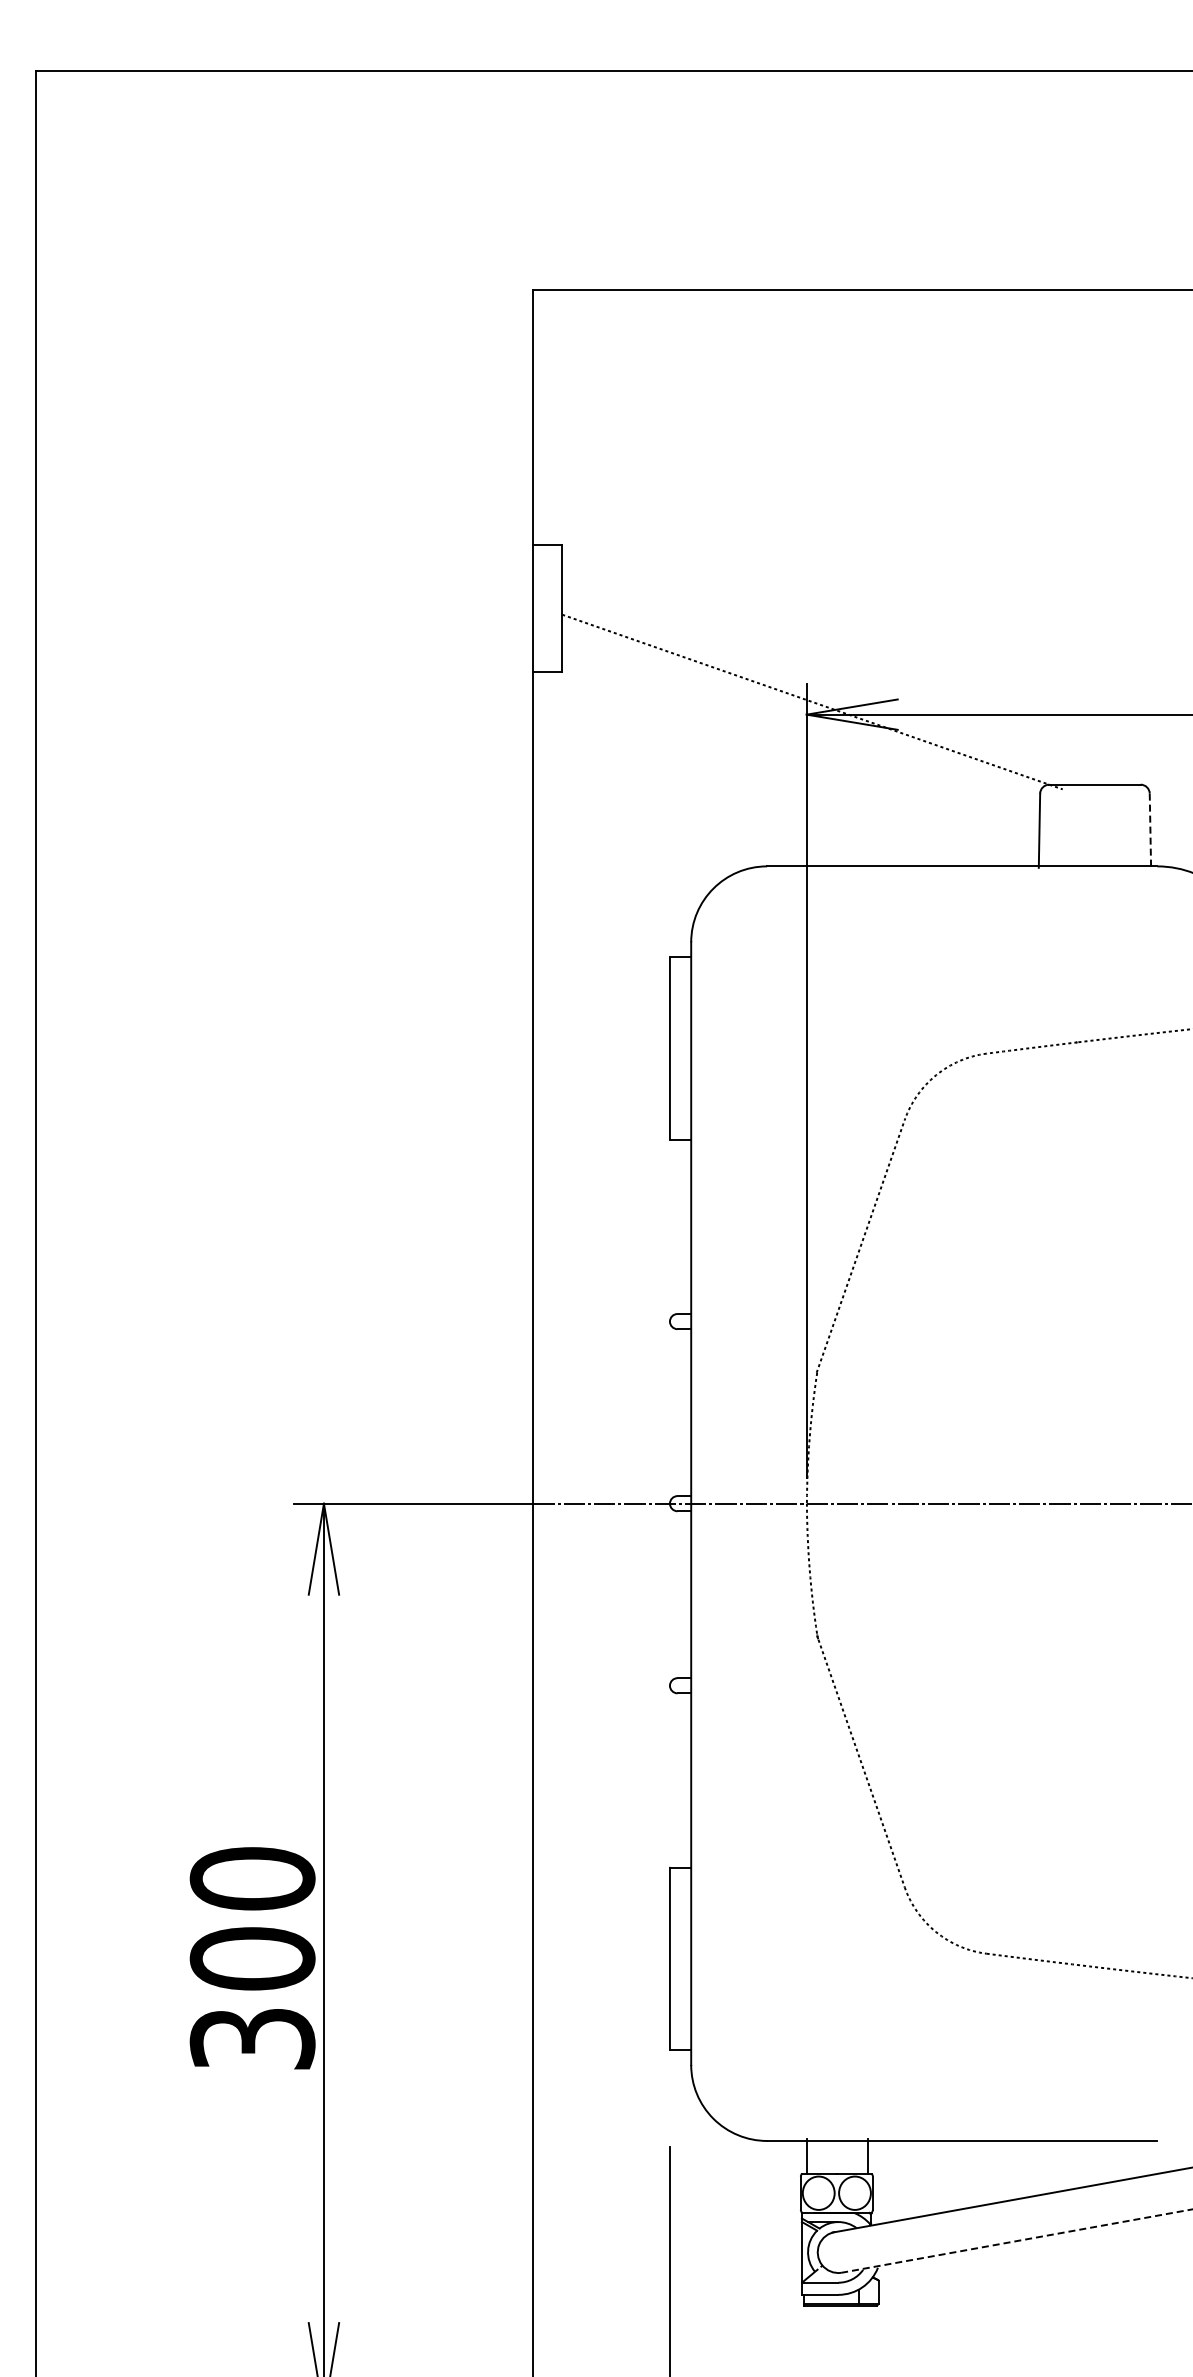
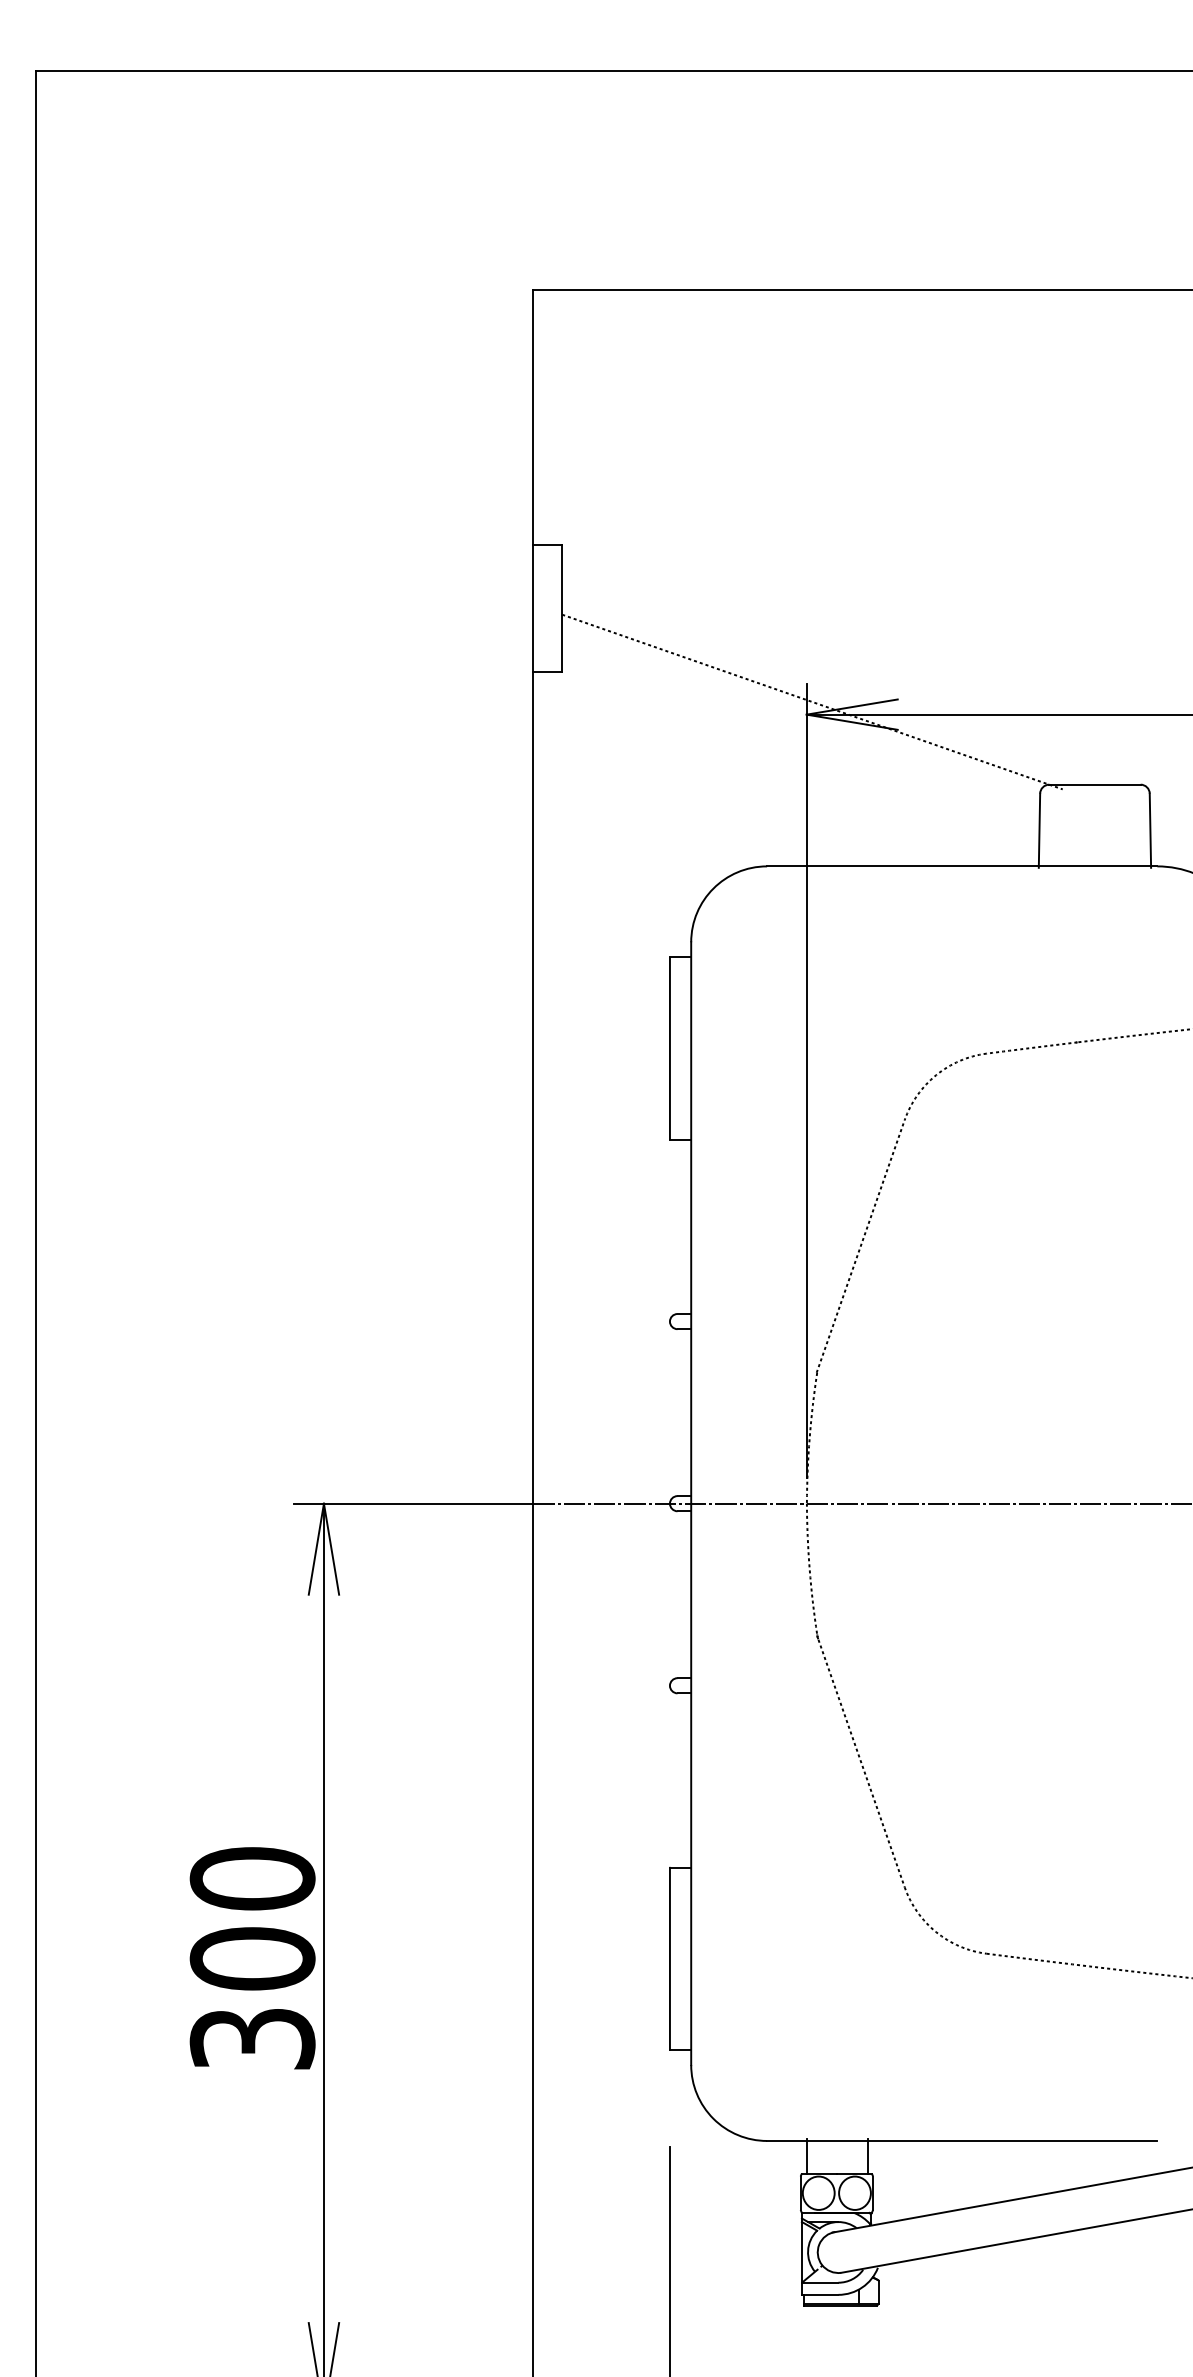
line at (1150, 831): dashed -> solid
line at (1017, 2241): dashed -> solid
